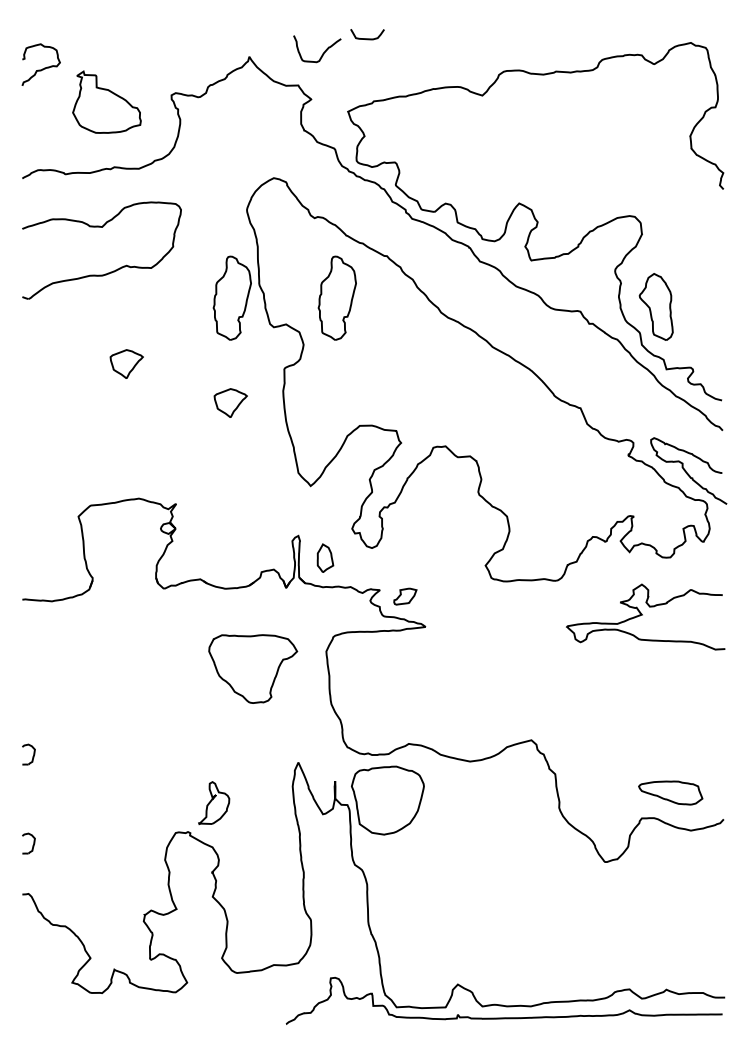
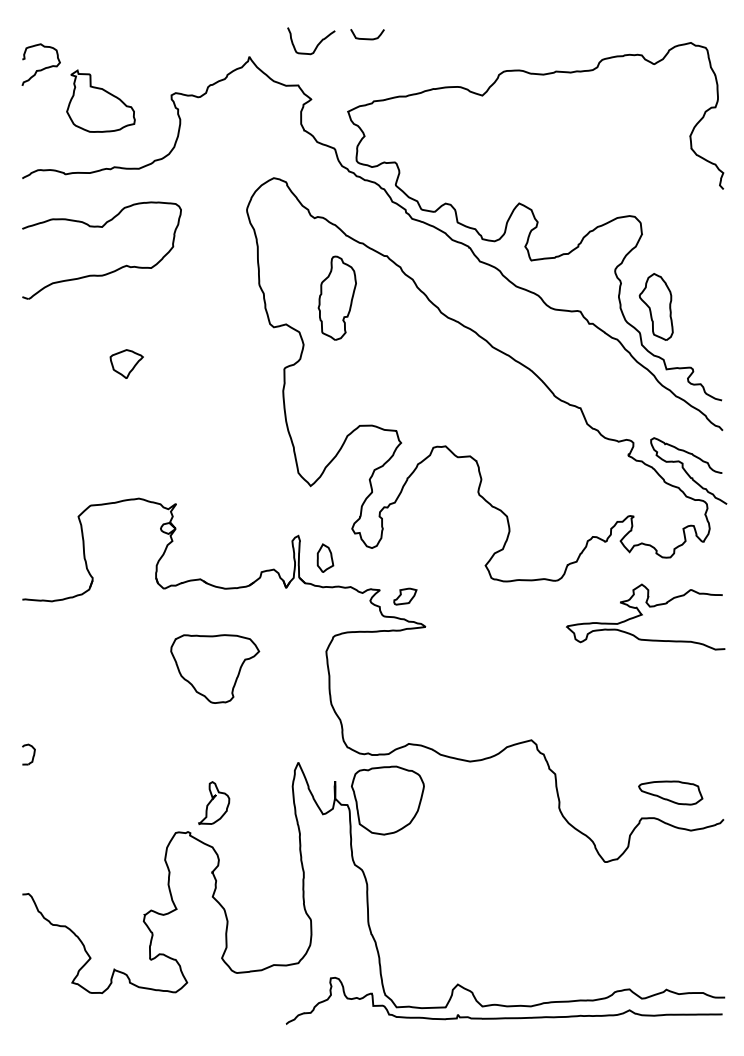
curve at (322, 53) position: (322, 53) -> (316, 45)
part at (106, 101) position: (106, 101) -> (100, 100)
part at (231, 297): present -> none
part at (230, 402): present -> none
part at (253, 668) position: (253, 668) -> (215, 668)
part at (28, 843): present -> none
